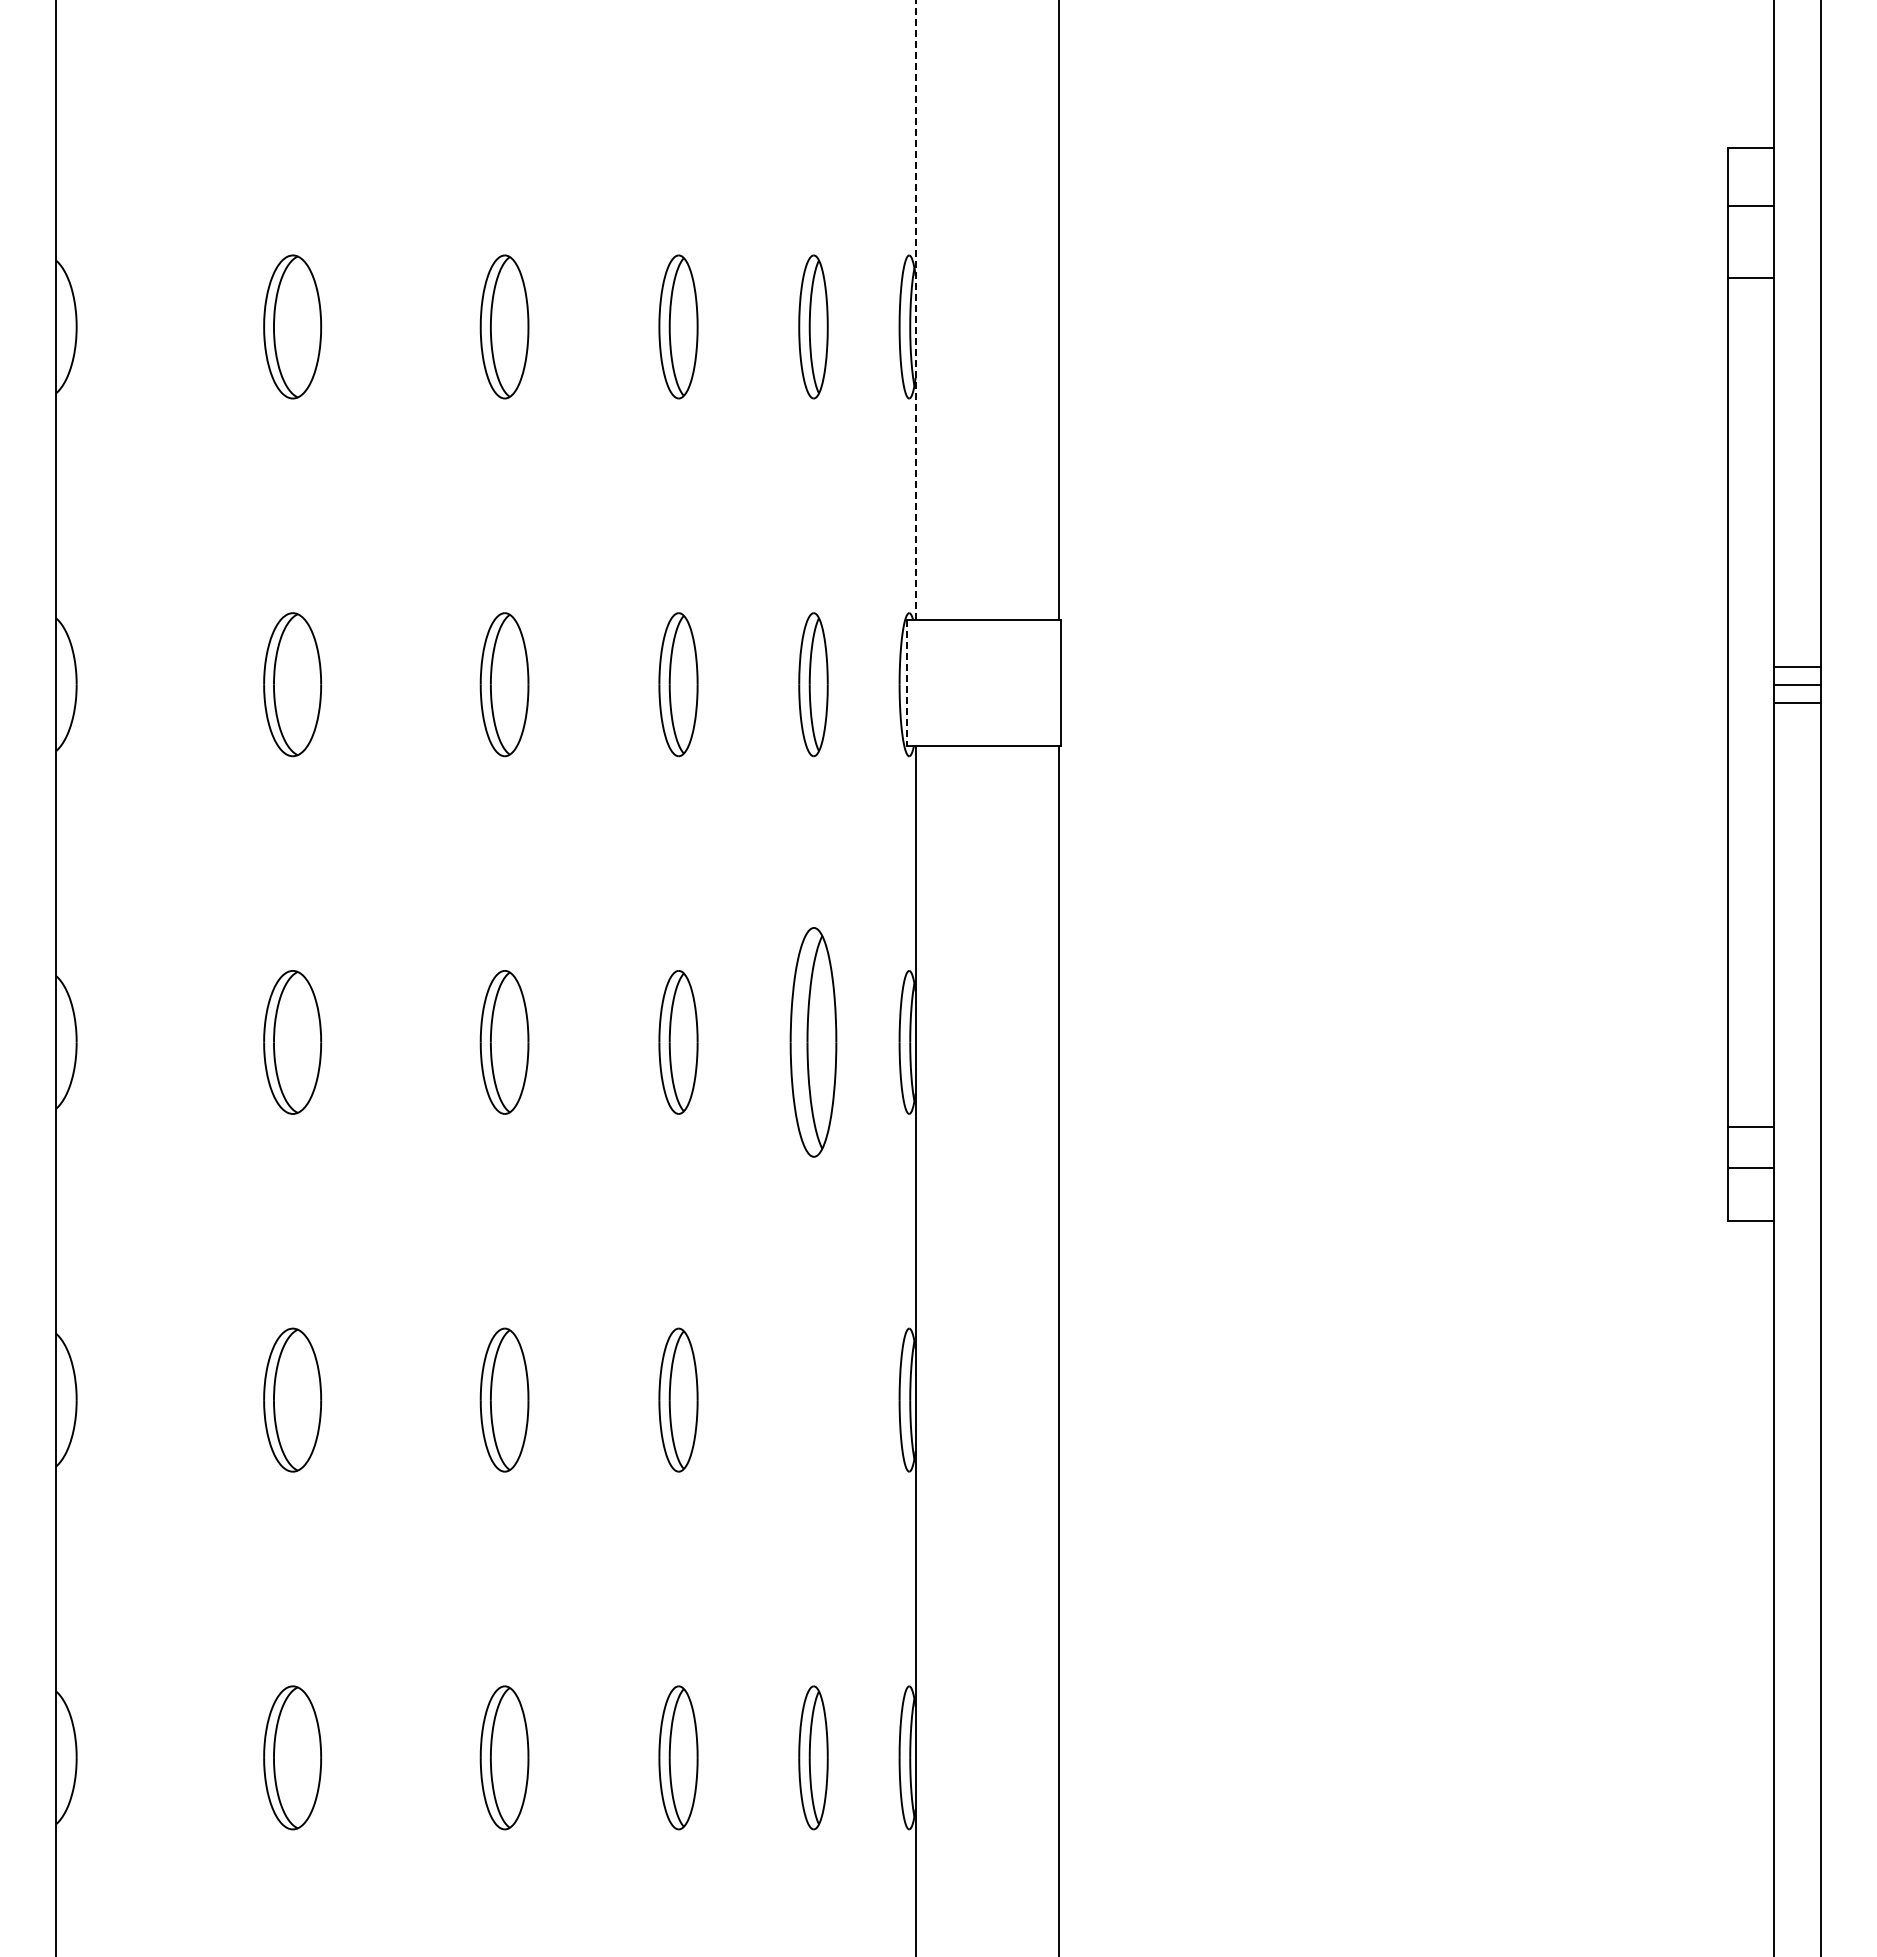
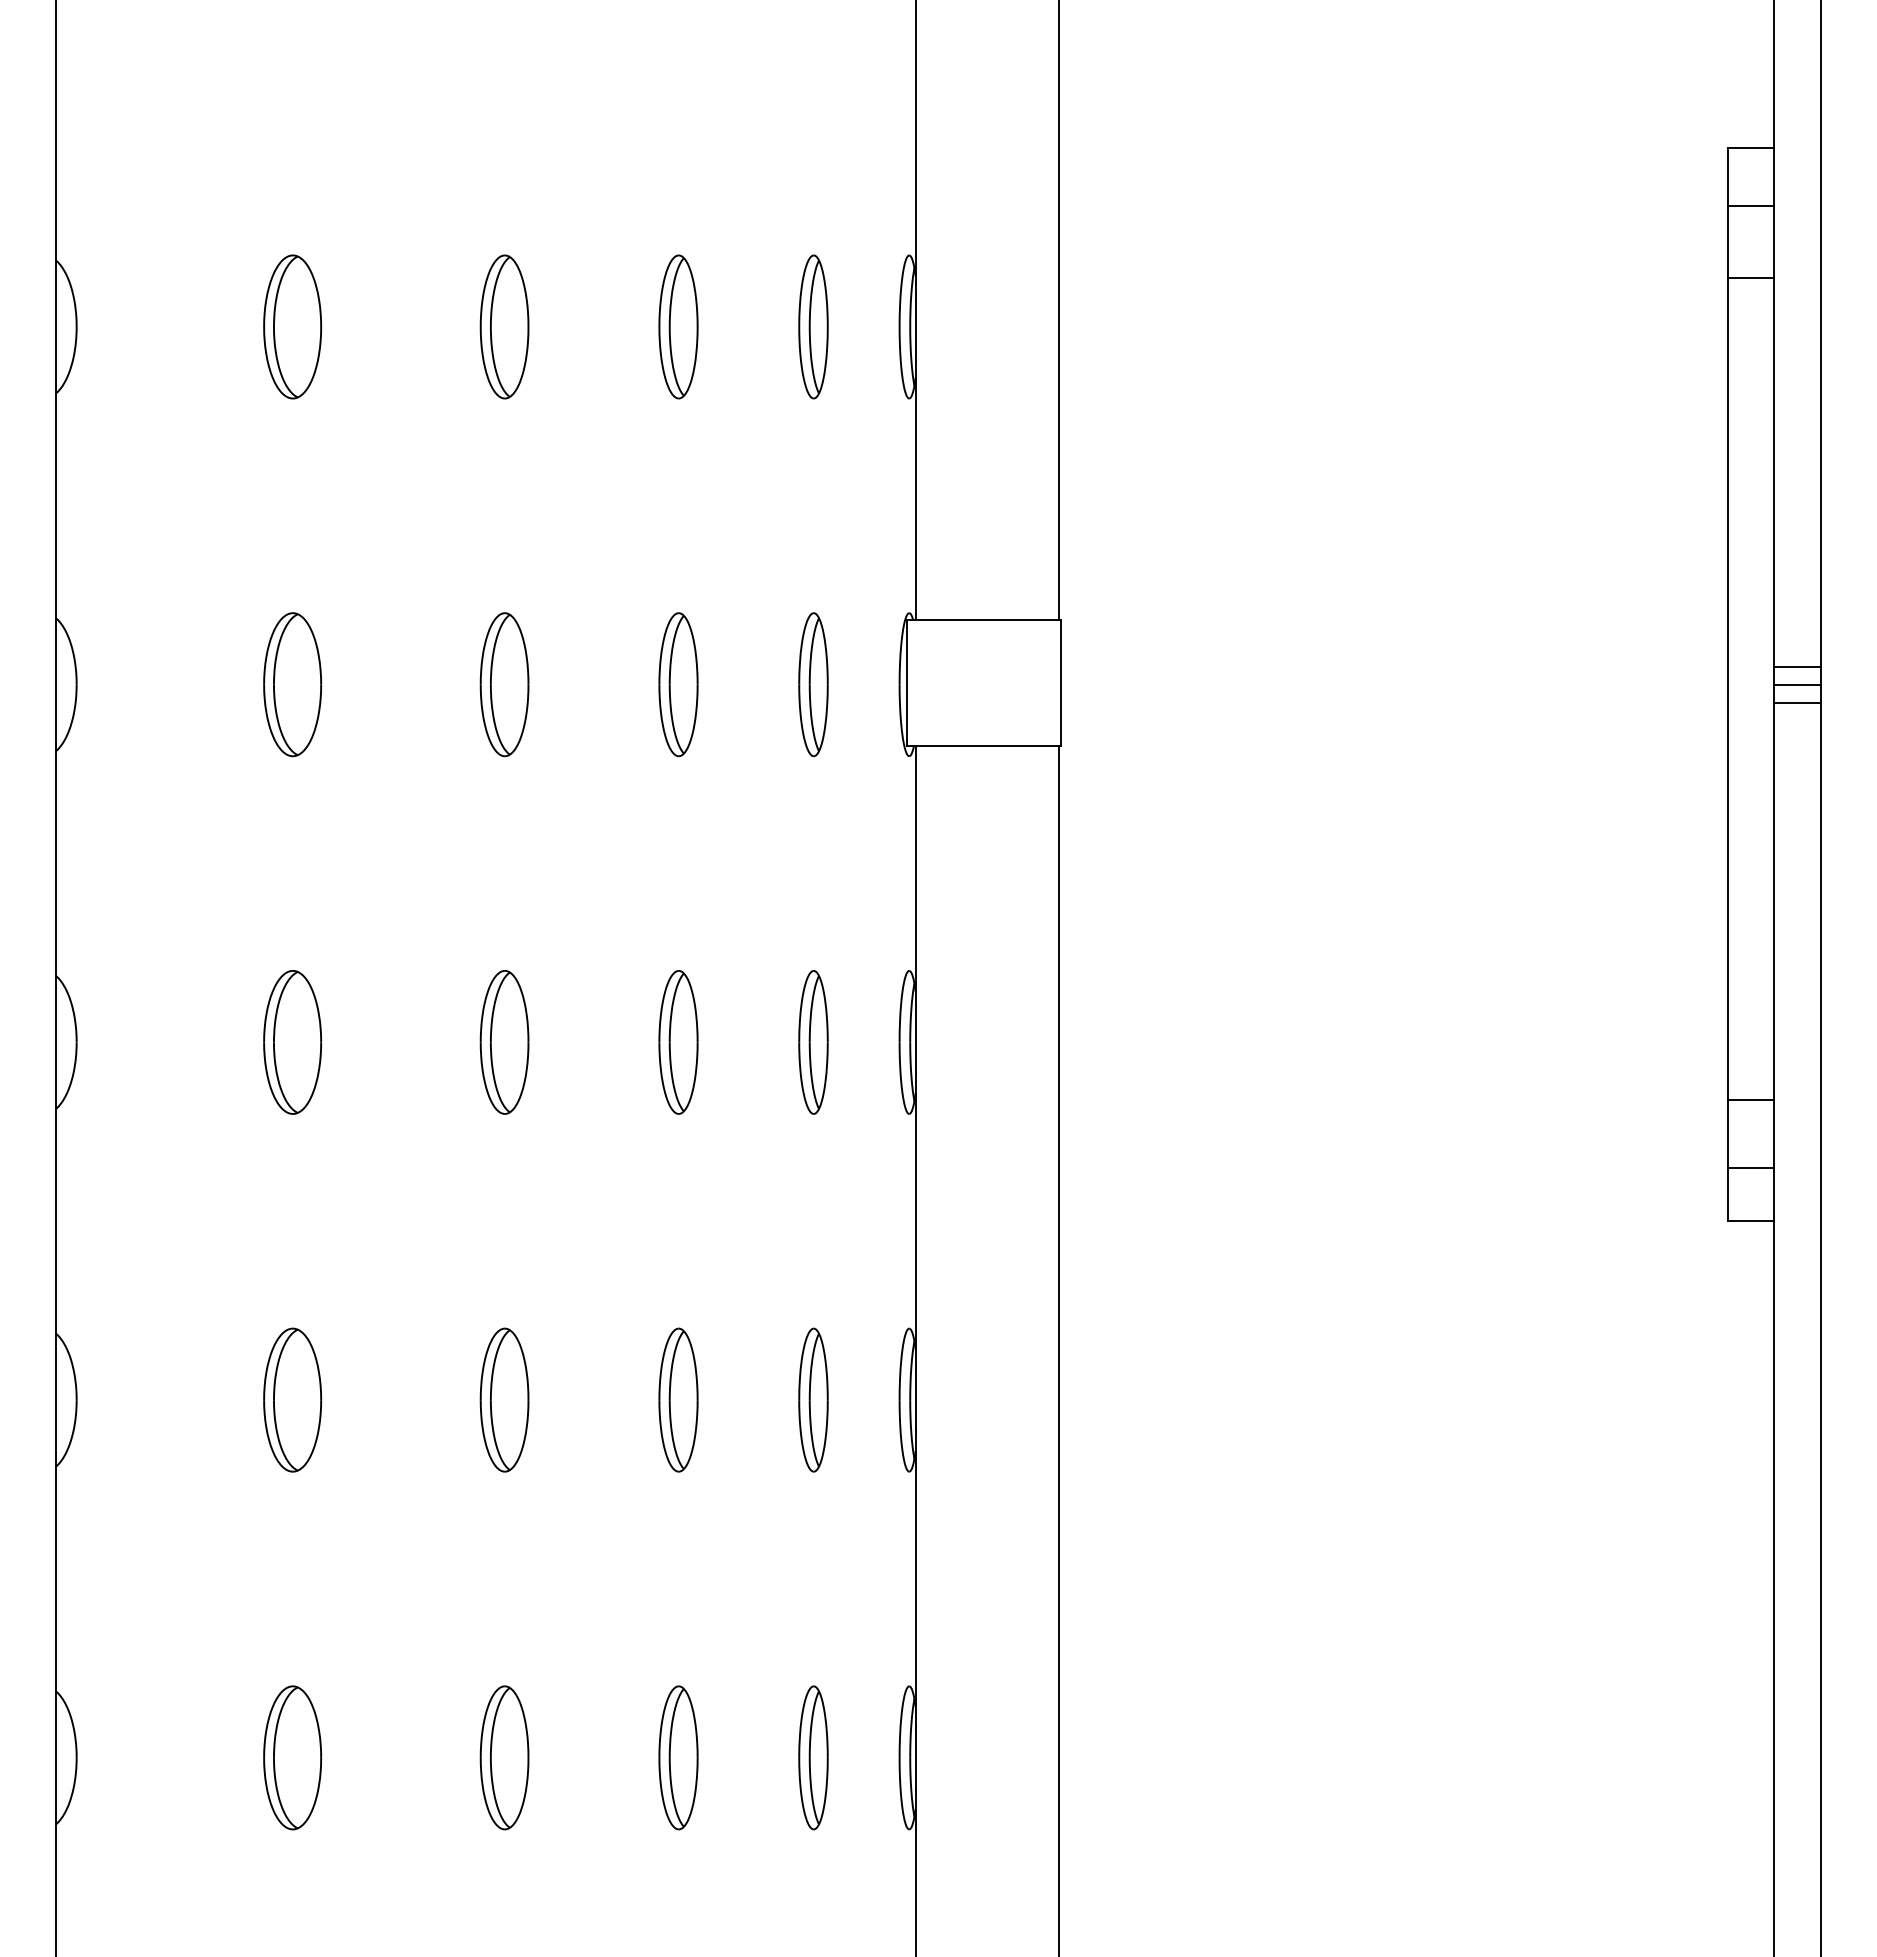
line at (915, 310): dashed -> solid
line at (907, 682): dashed -> solid
part at (813, 1042) size: 49x231 px -> 31x145 px
line at (1750, 1127) position: (1750, 1127) -> (1750, 1100)
part at (813, 1399): none -> present
